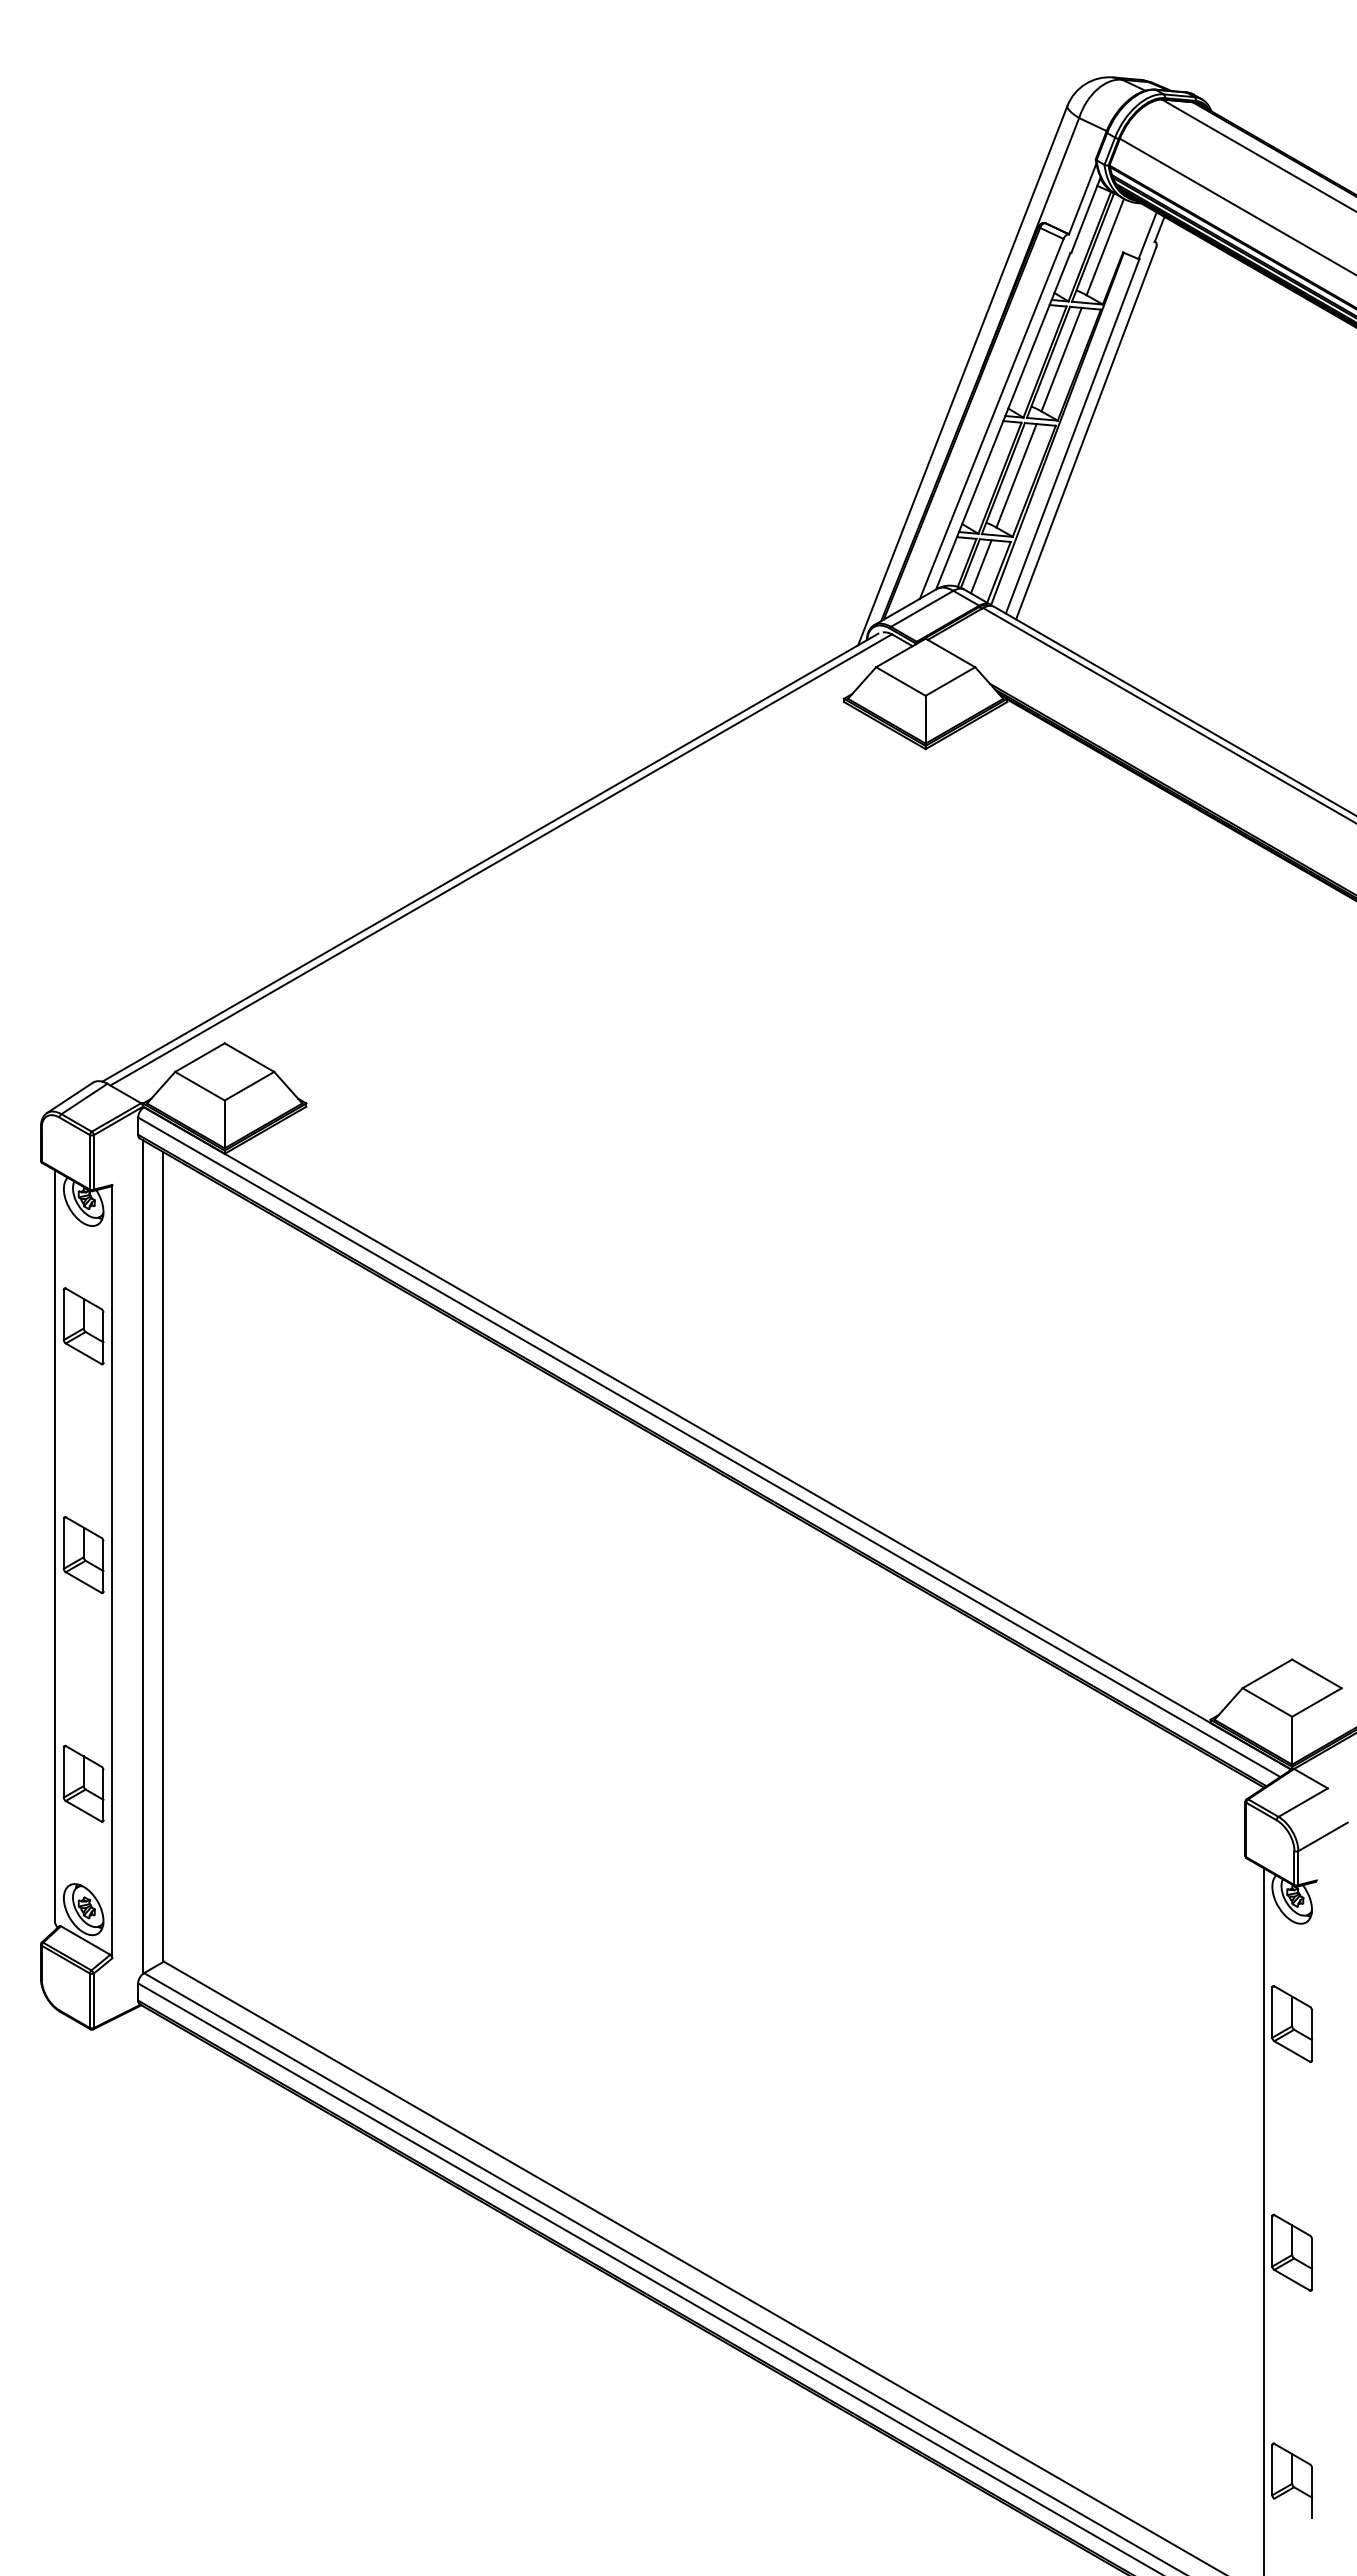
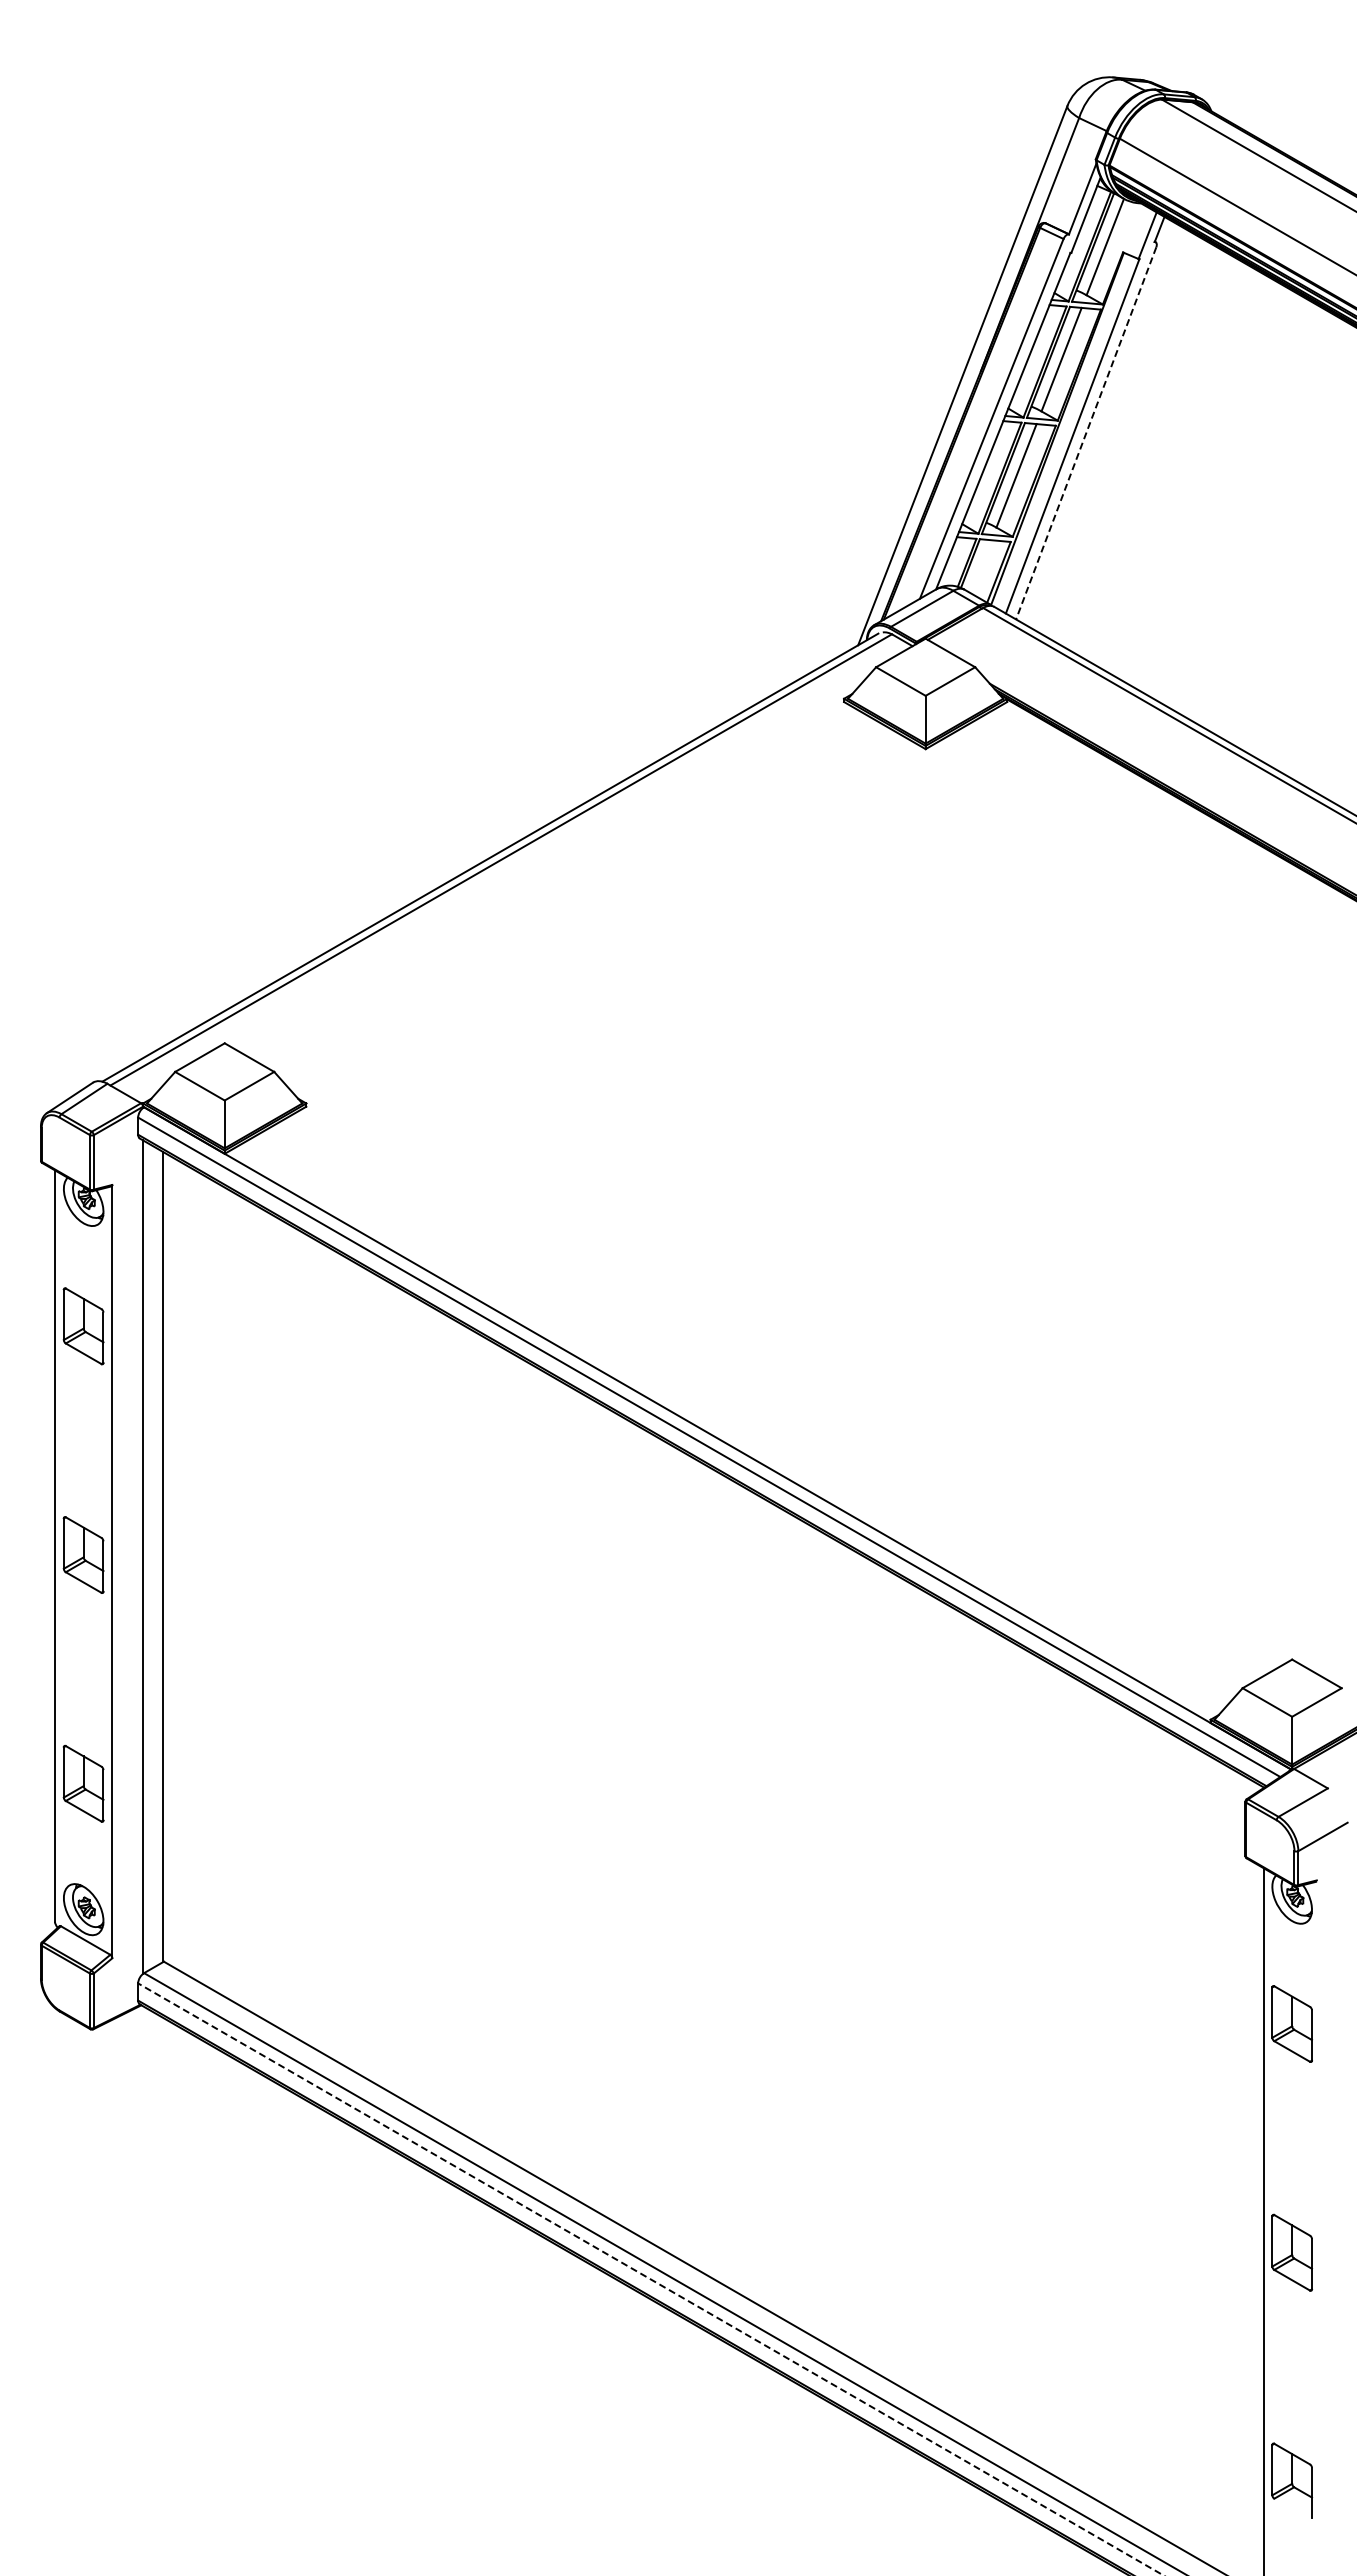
line at (1086, 433): solid -> dashed
line at (980, 566): present -> none
line at (650, 2279): solid -> dashed
